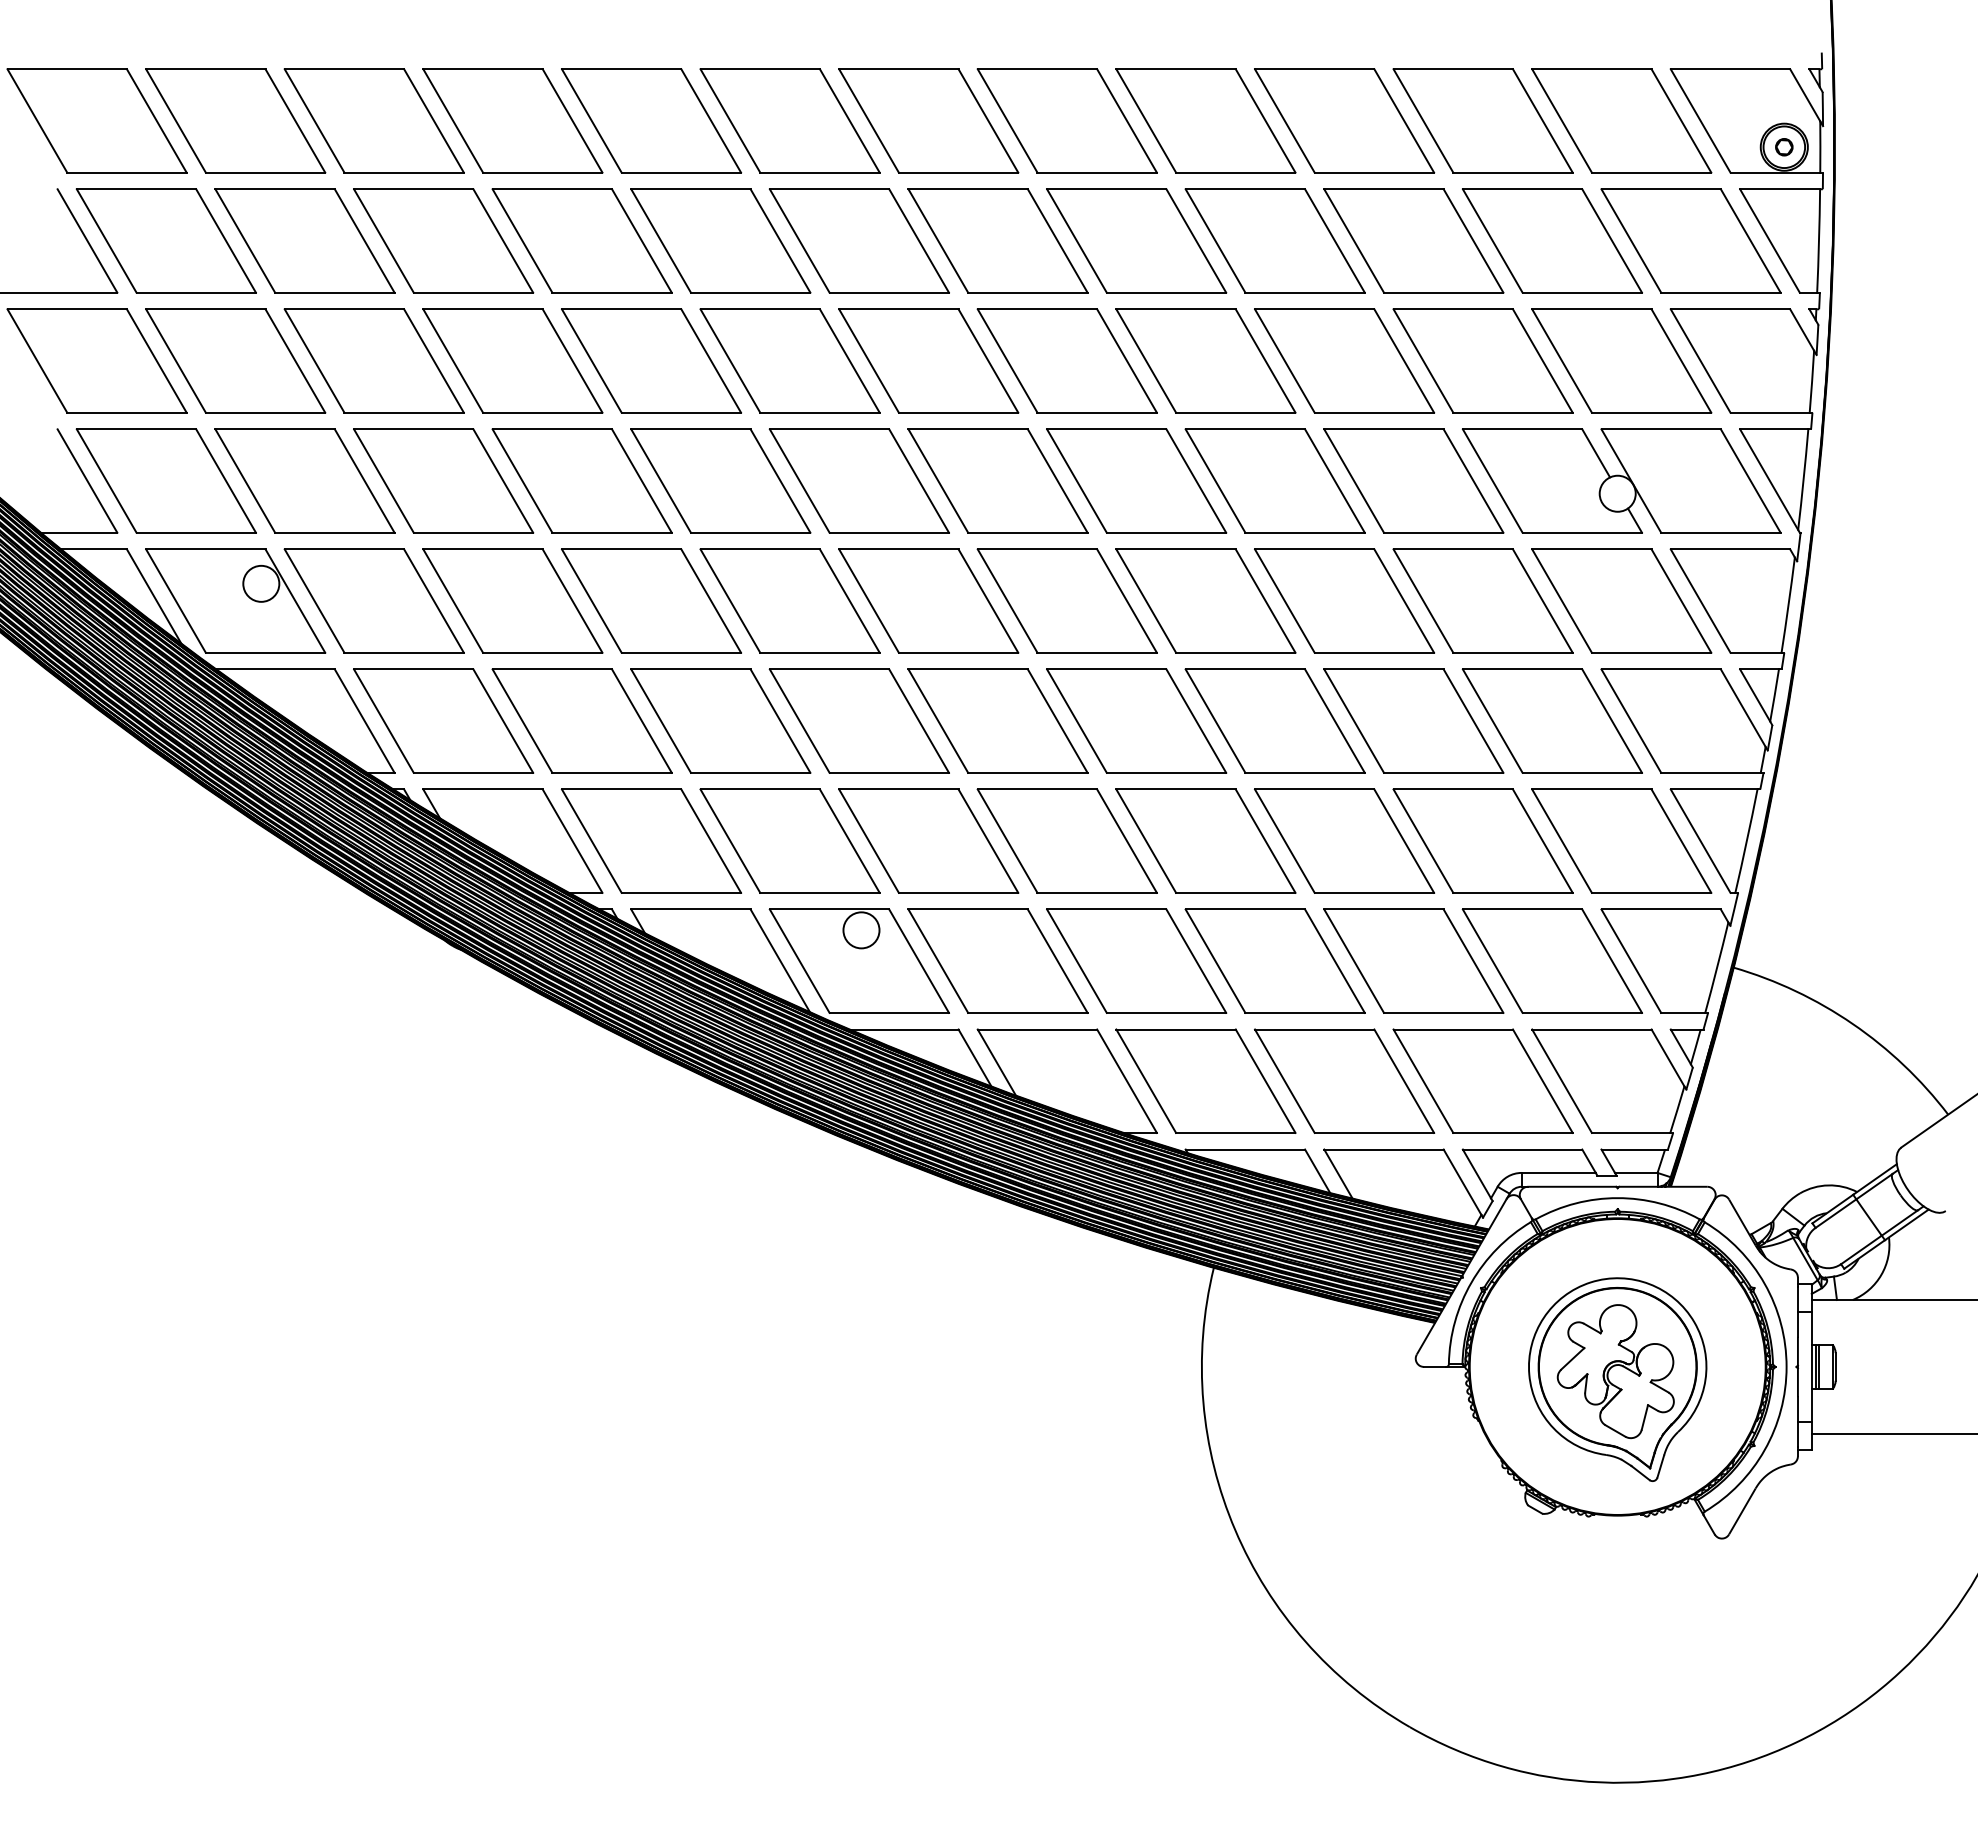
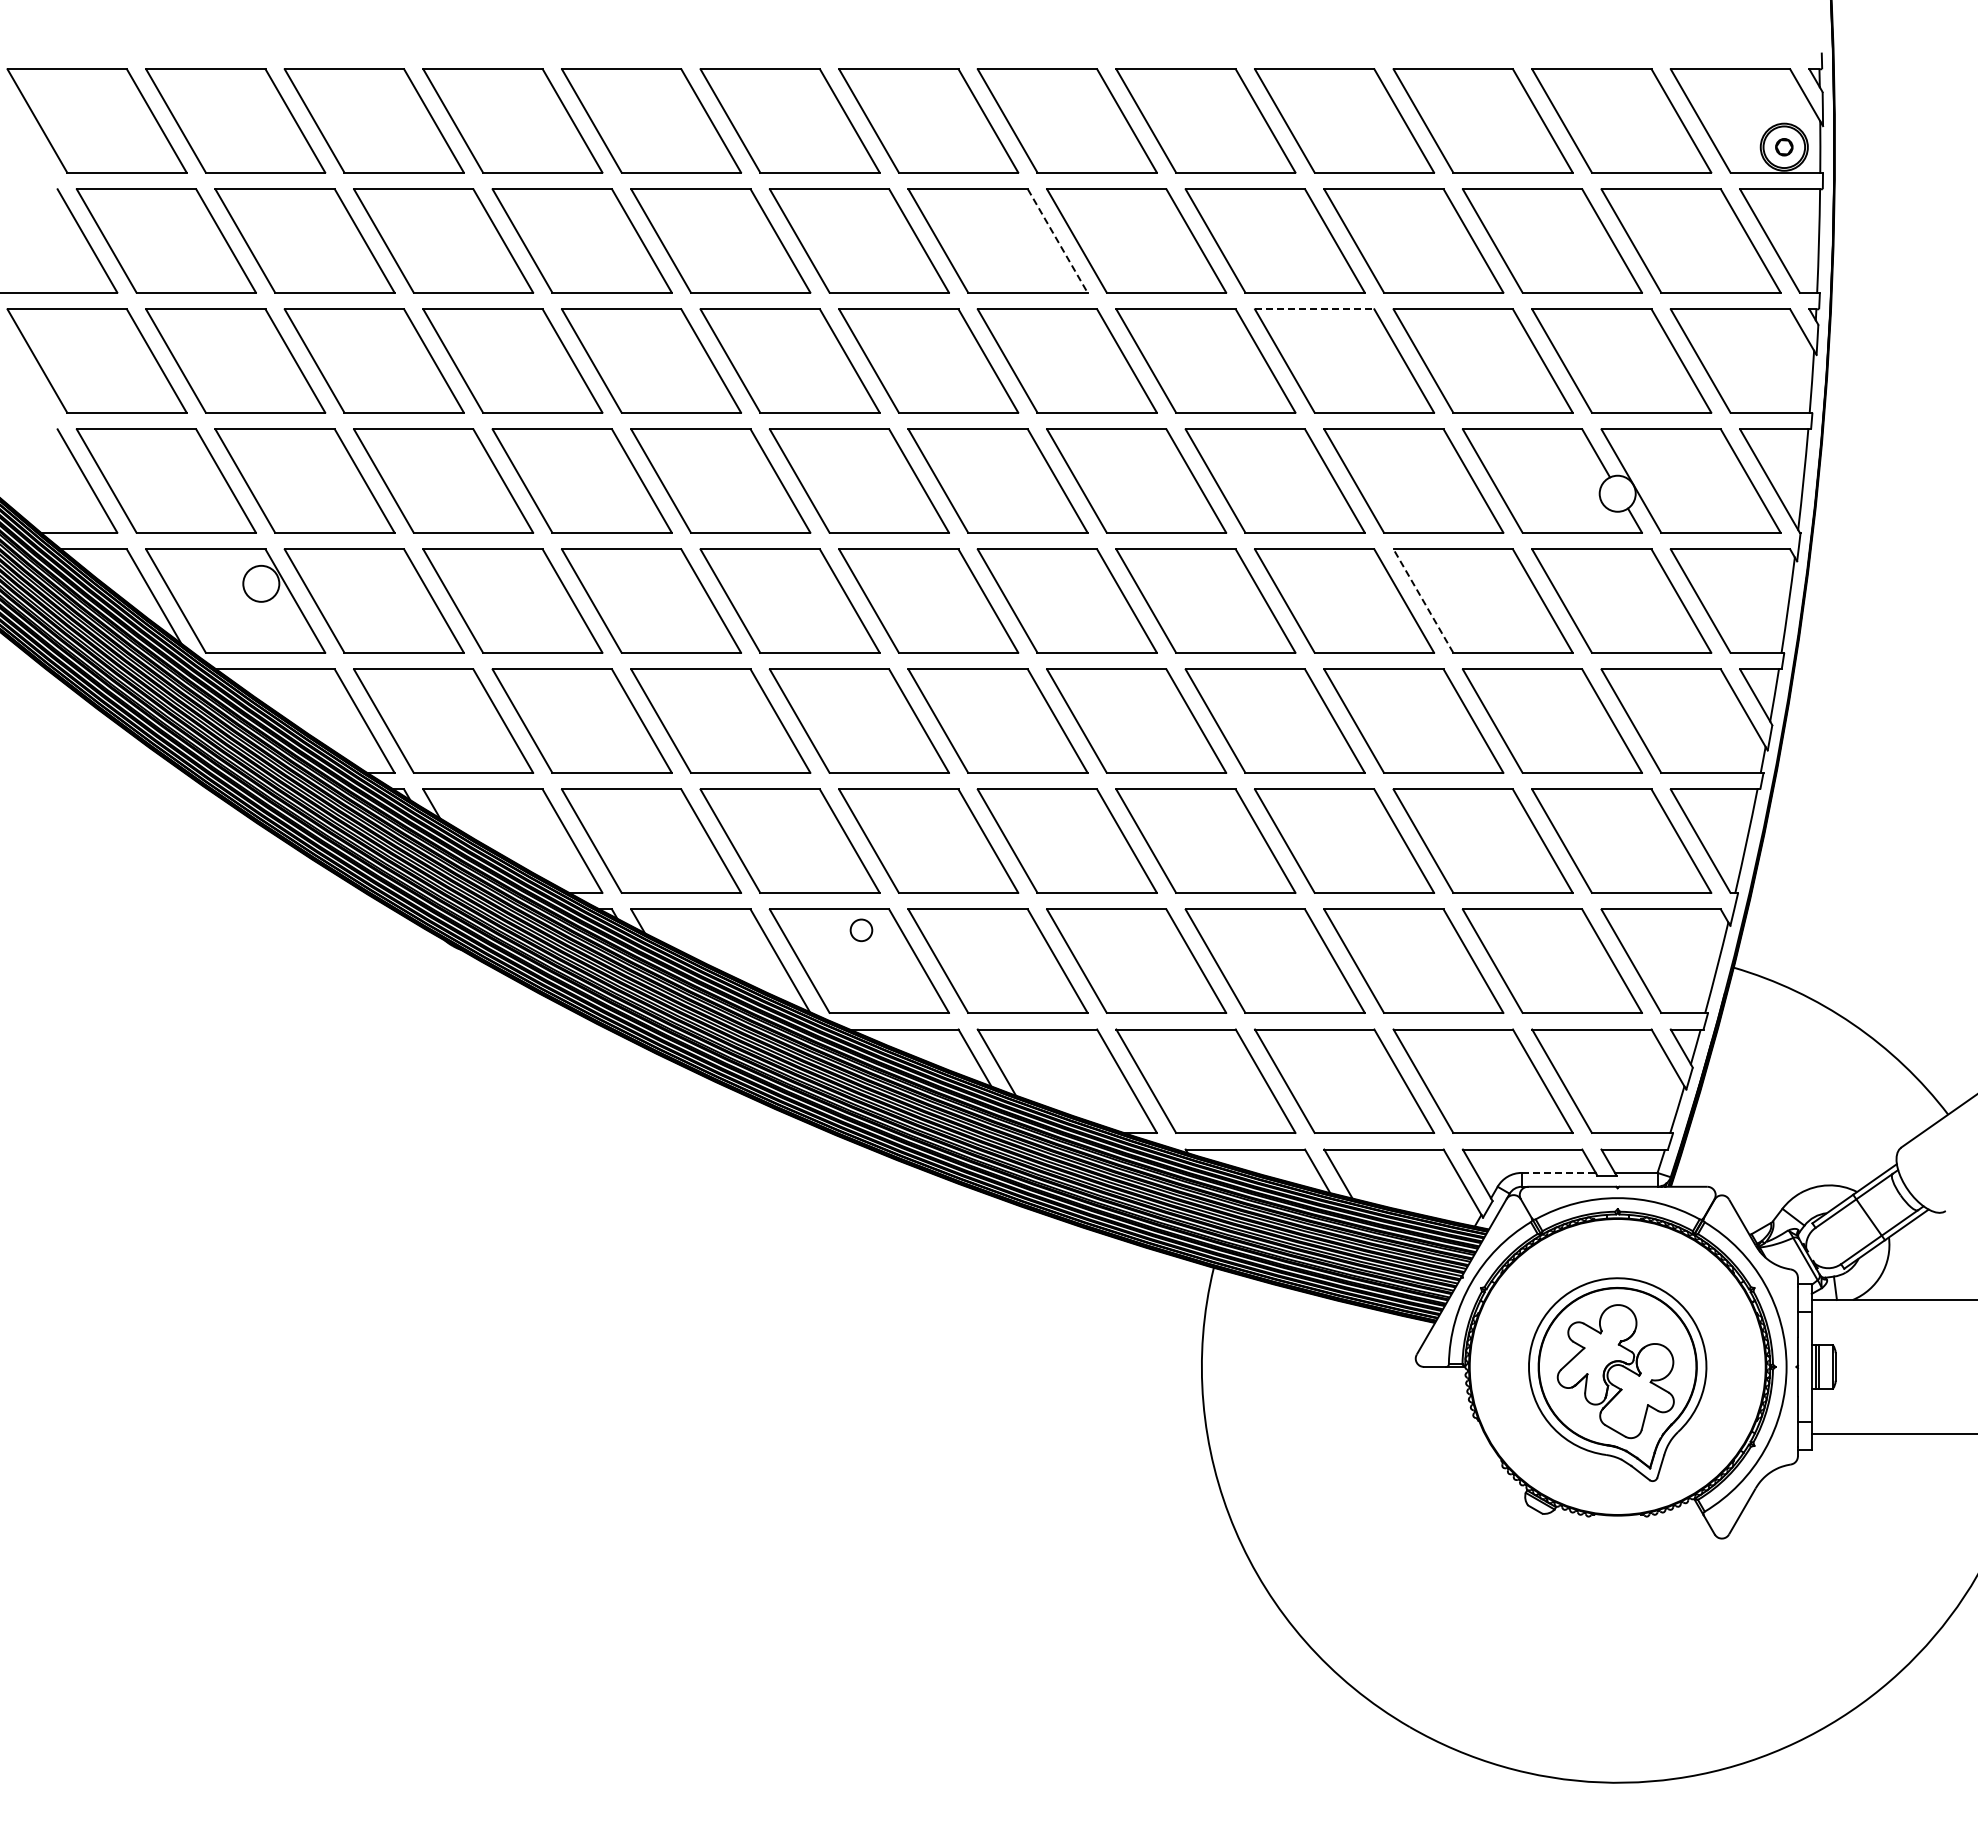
line at (1057, 240): solid -> dashed
line at (1314, 309): solid -> dashed
line at (1423, 601): solid -> dashed
circle at (861, 930) diameter: 36 px -> 22 px
line at (1559, 1172): solid -> dashed
